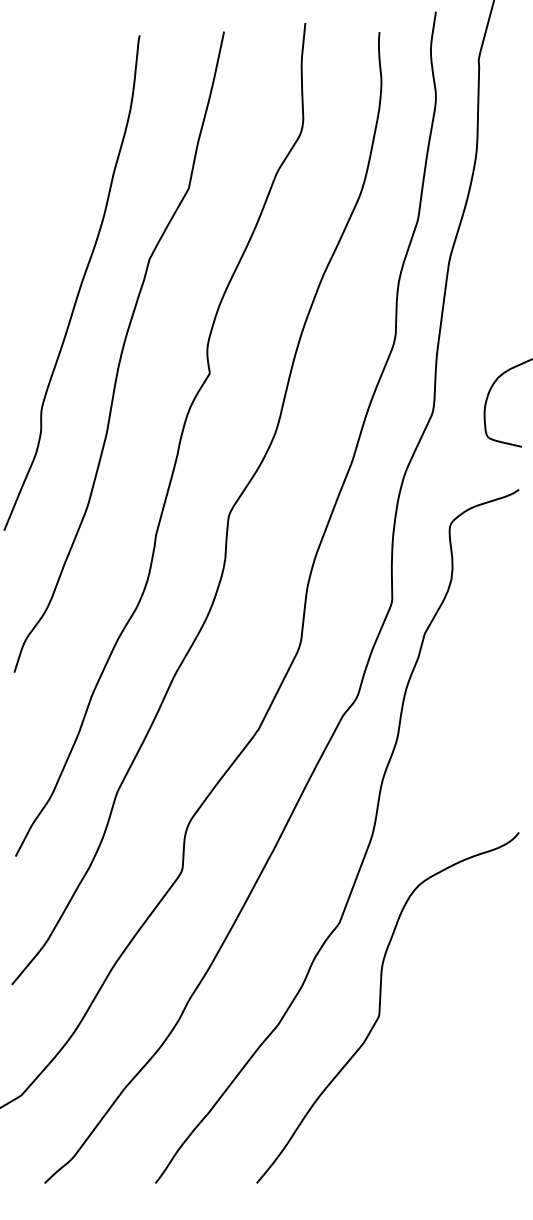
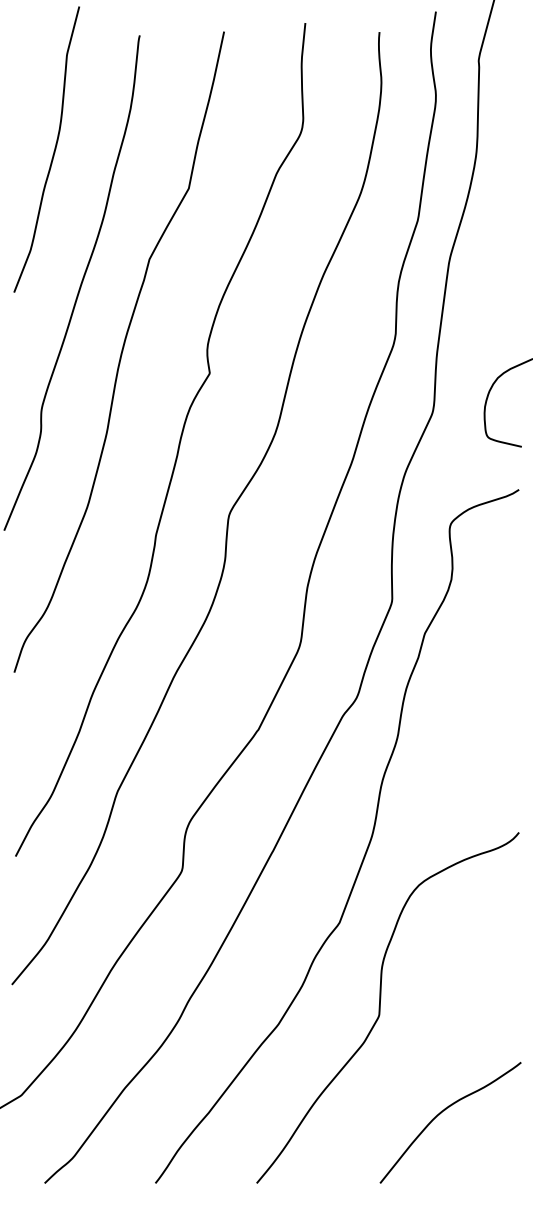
curve at (53, 151): none -> present
curve at (441, 1113): none -> present
